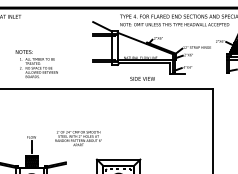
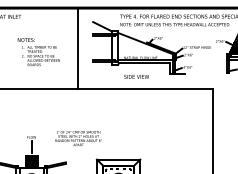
line at (77, 48): none -> present
text at (36, 64) position: (36, 64) -> (38, 52)
text at (142, 78) position: (142, 78) -> (136, 76)
